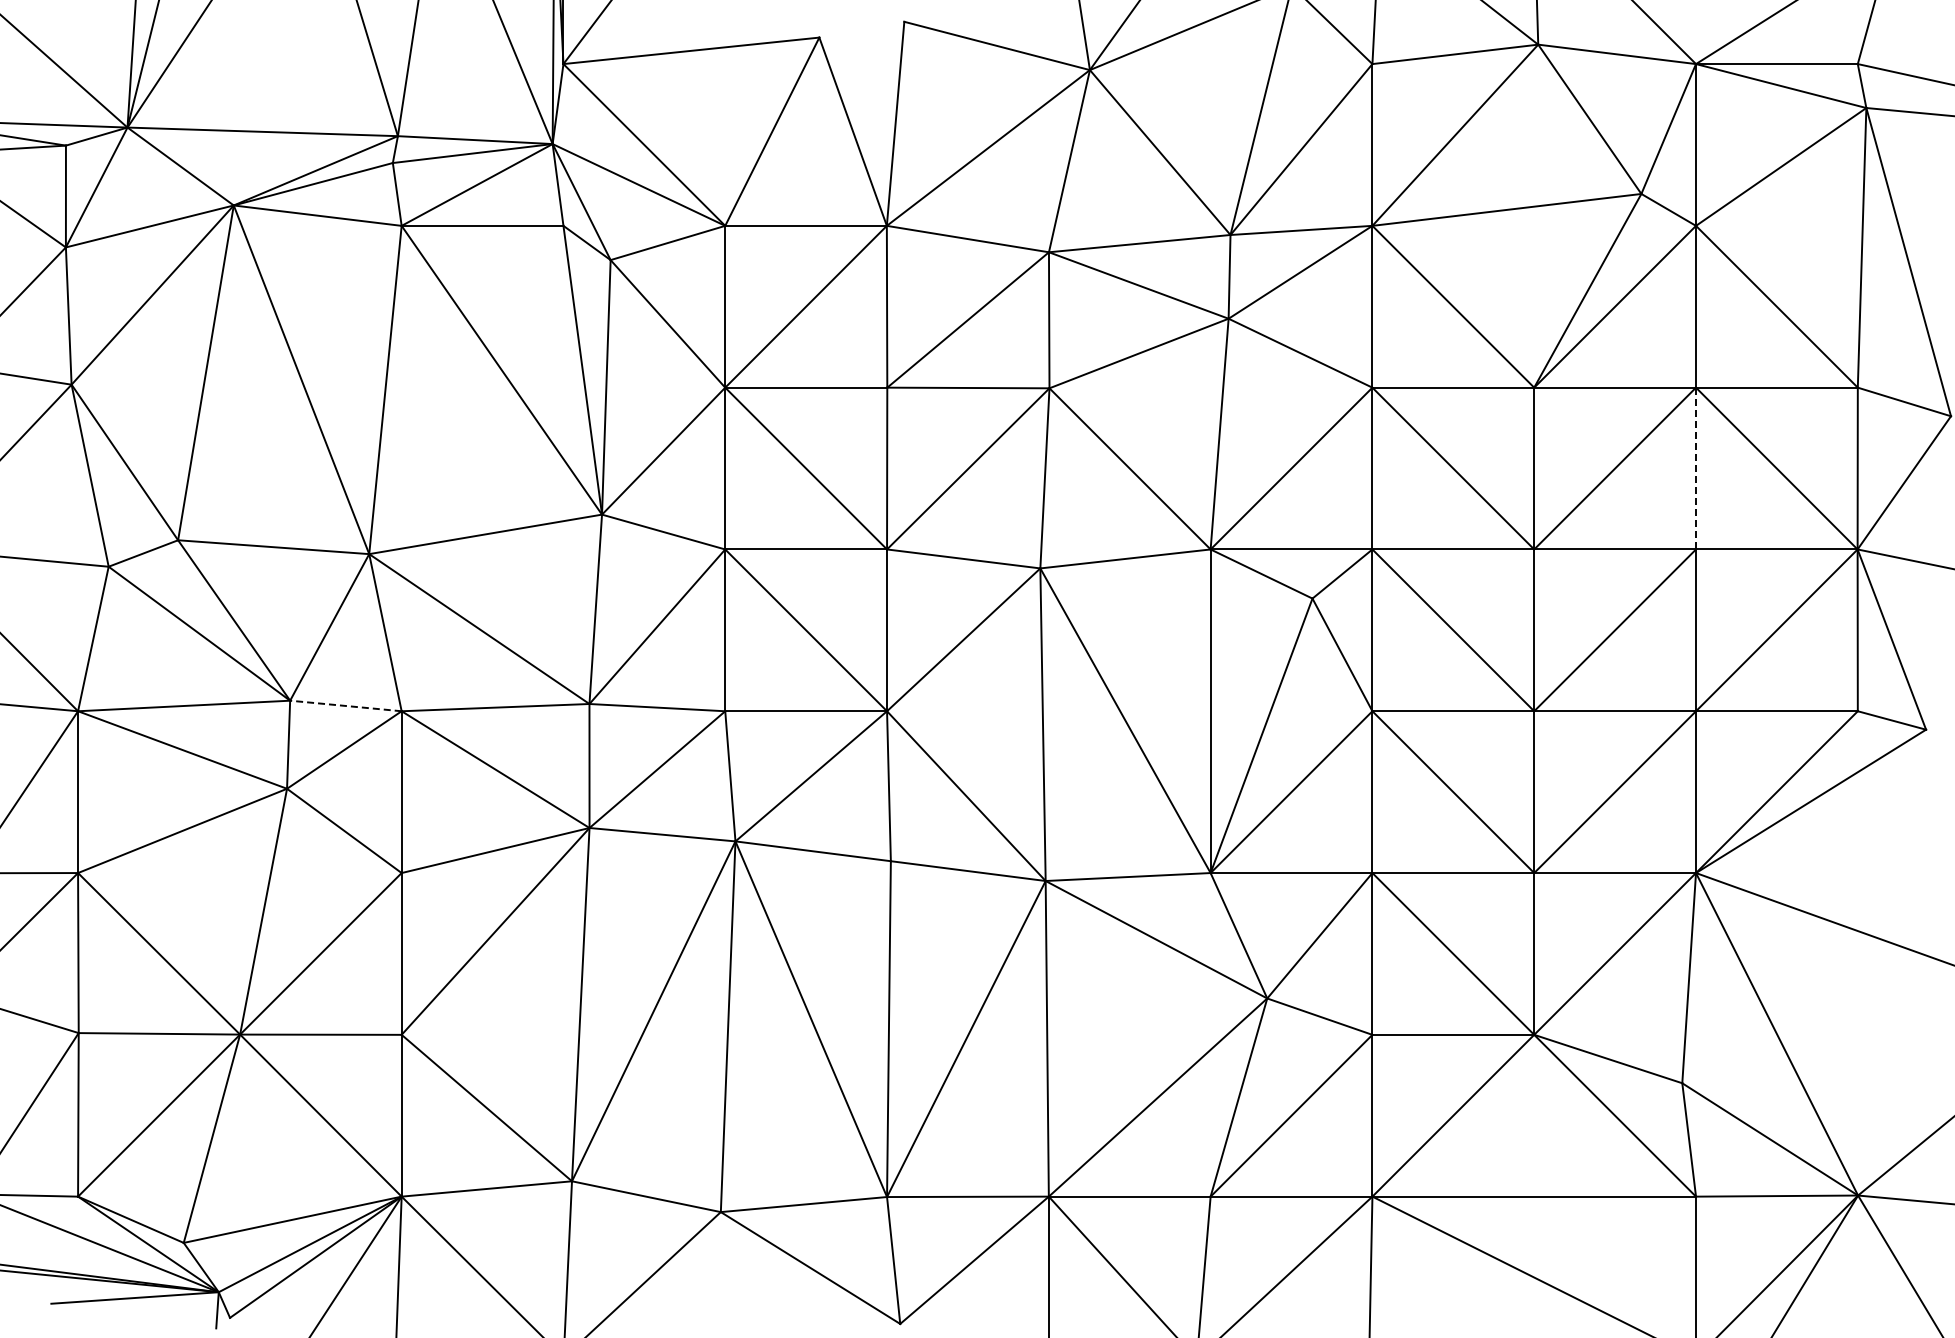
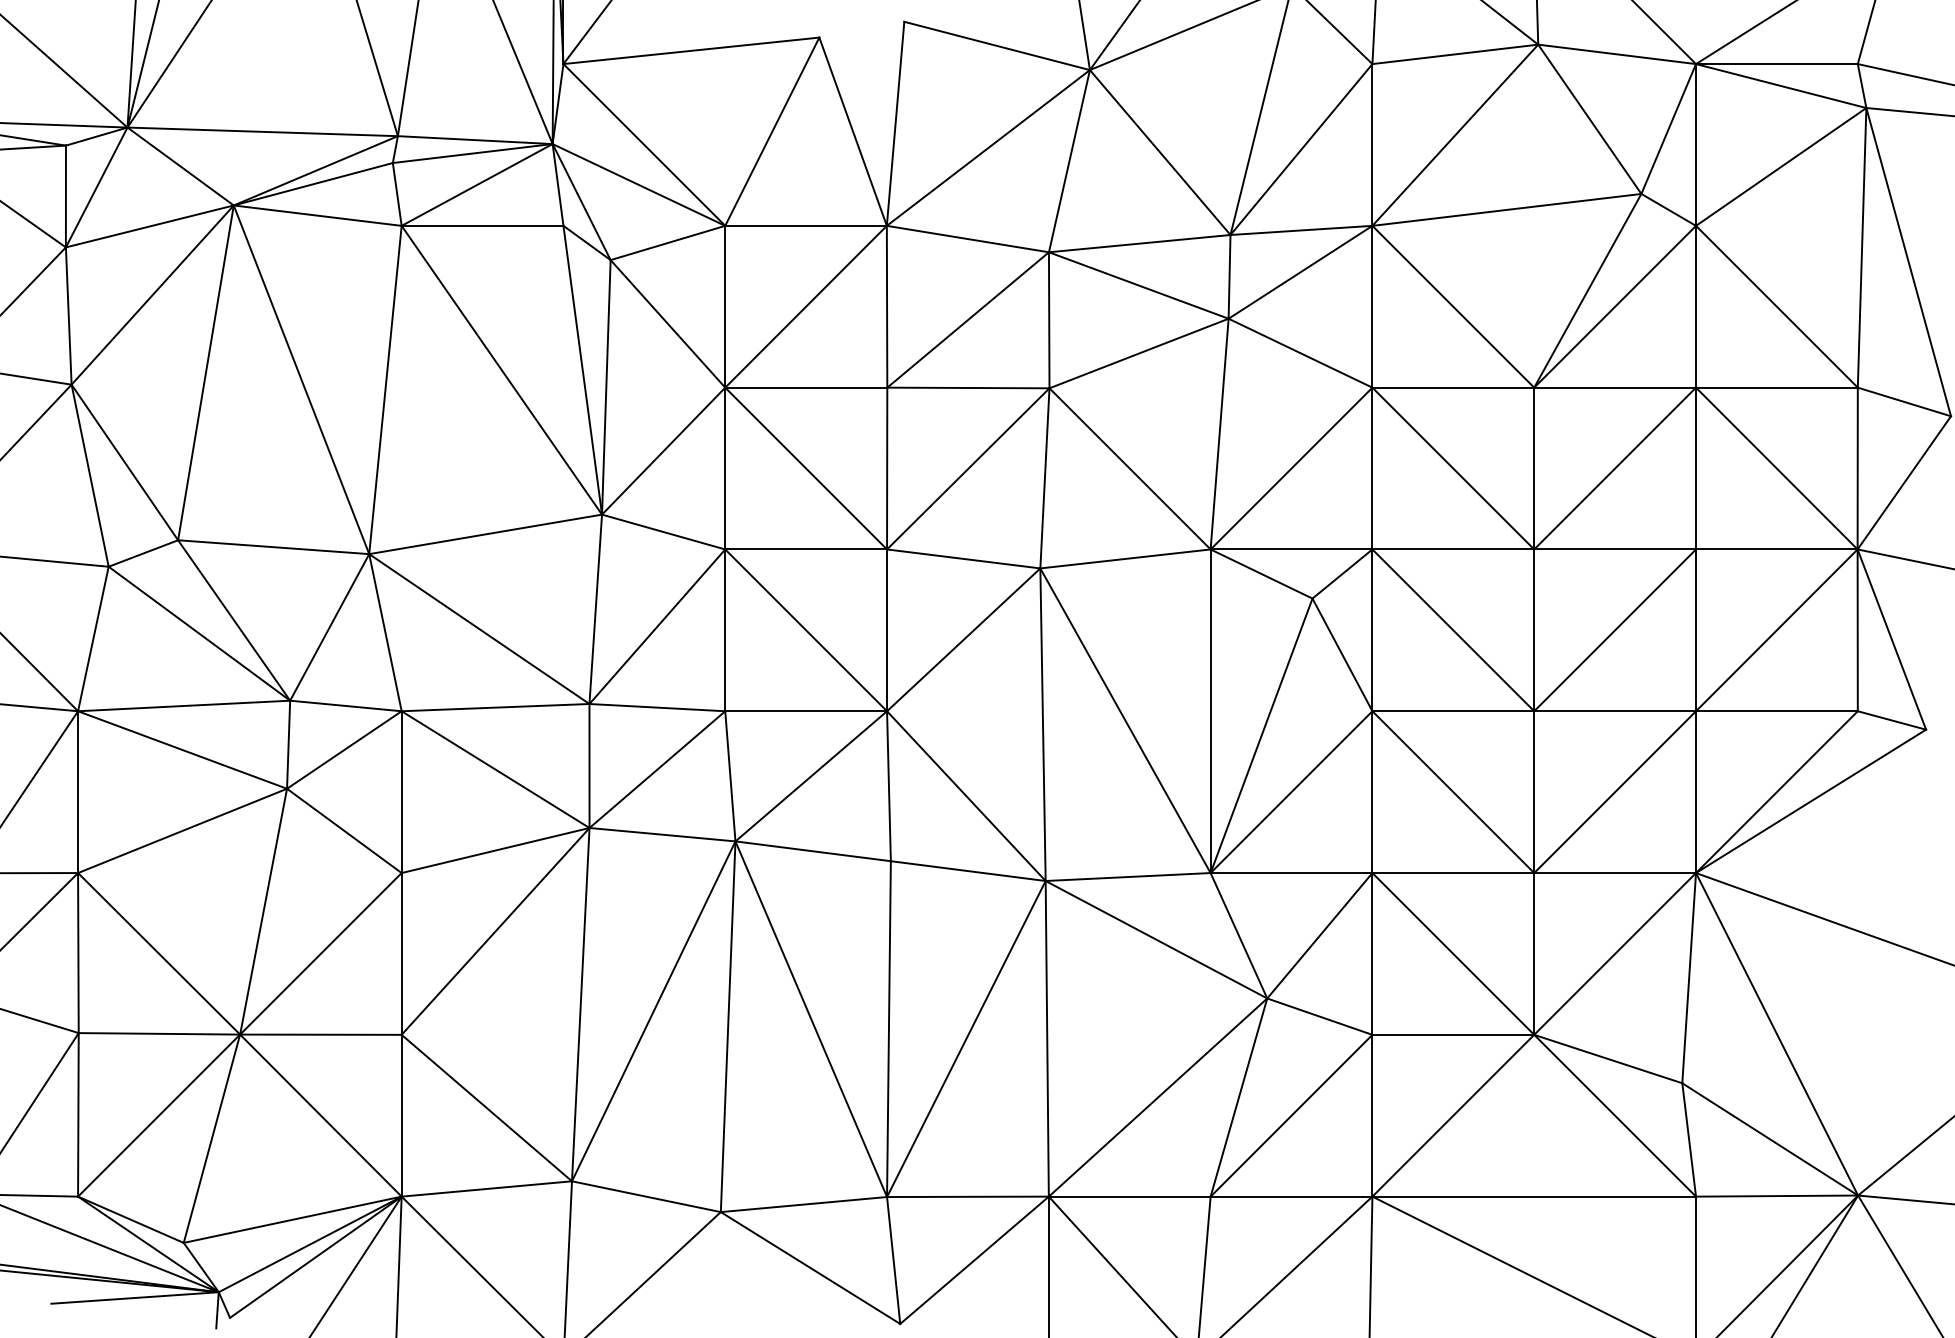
line at (1696, 468): dashed -> solid
line at (345, 705): dashed -> solid
